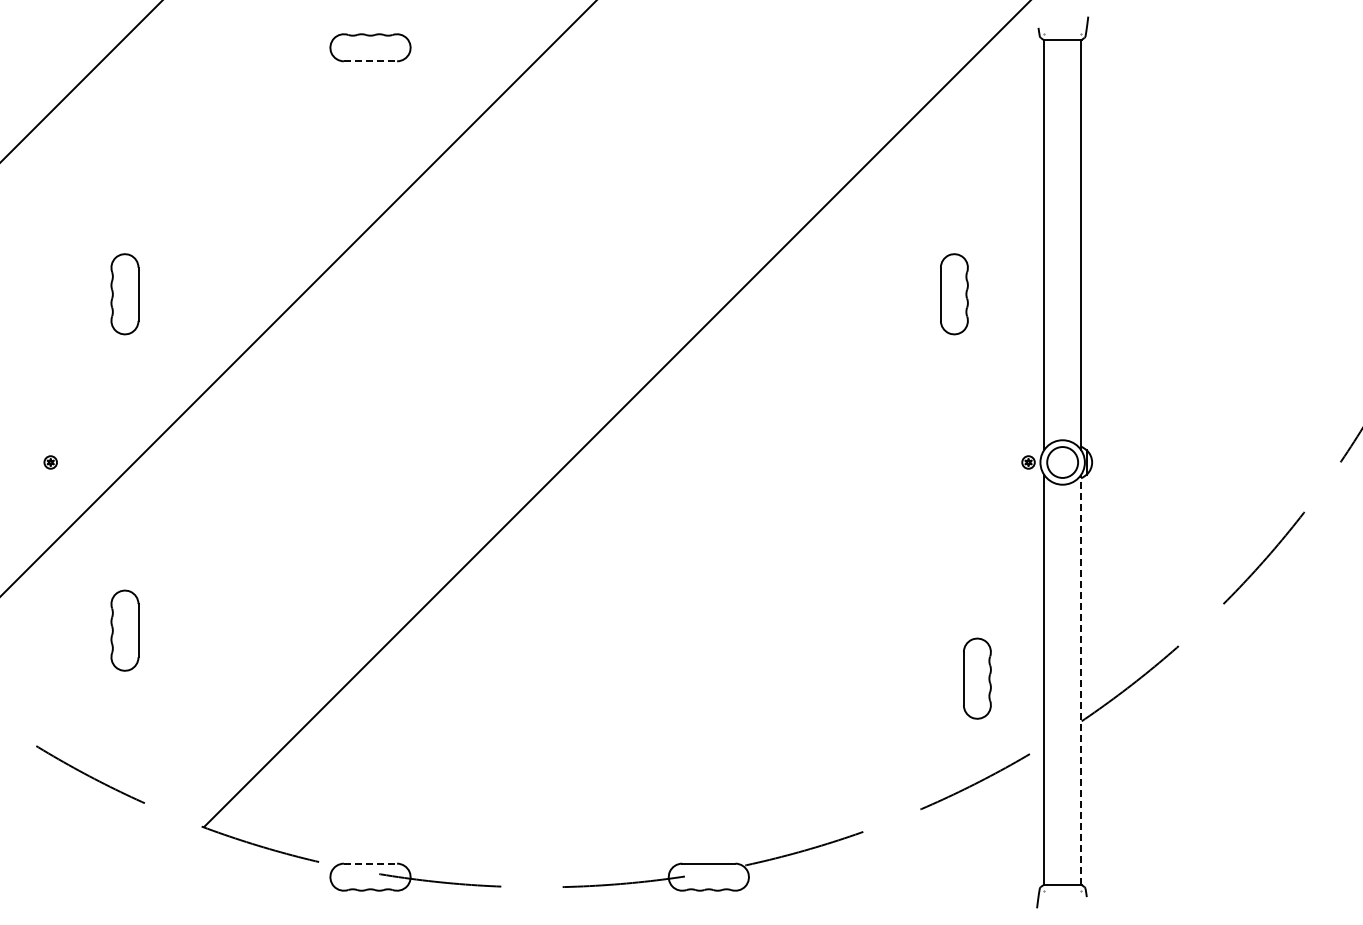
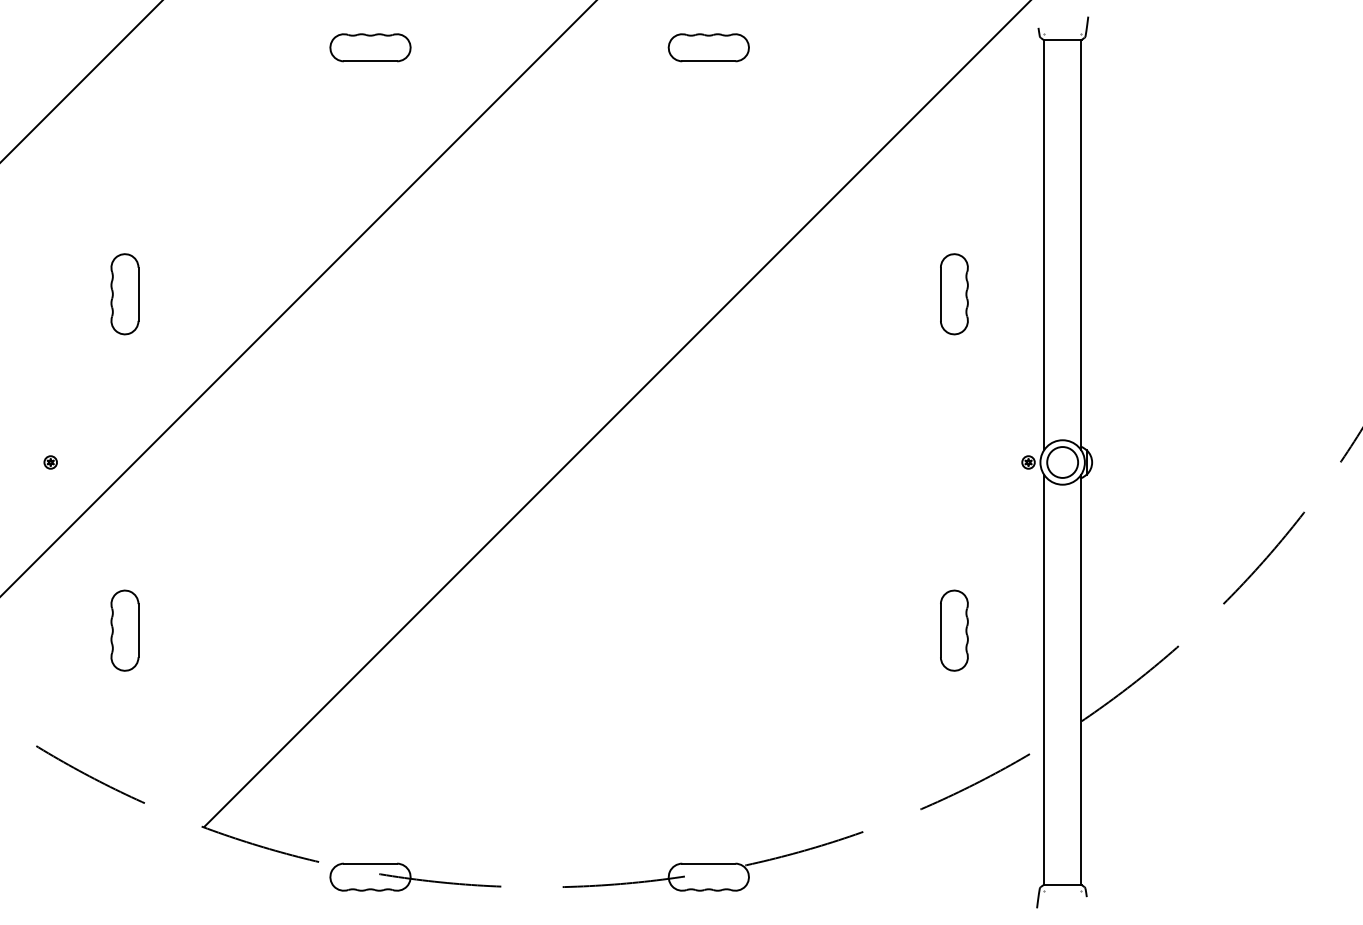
part at (708, 47): none -> present
line at (370, 61): dashed -> solid
part at (977, 678) position: (977, 678) -> (954, 630)
line at (1081, 680): dashed -> solid
line at (370, 863): dashed -> solid
